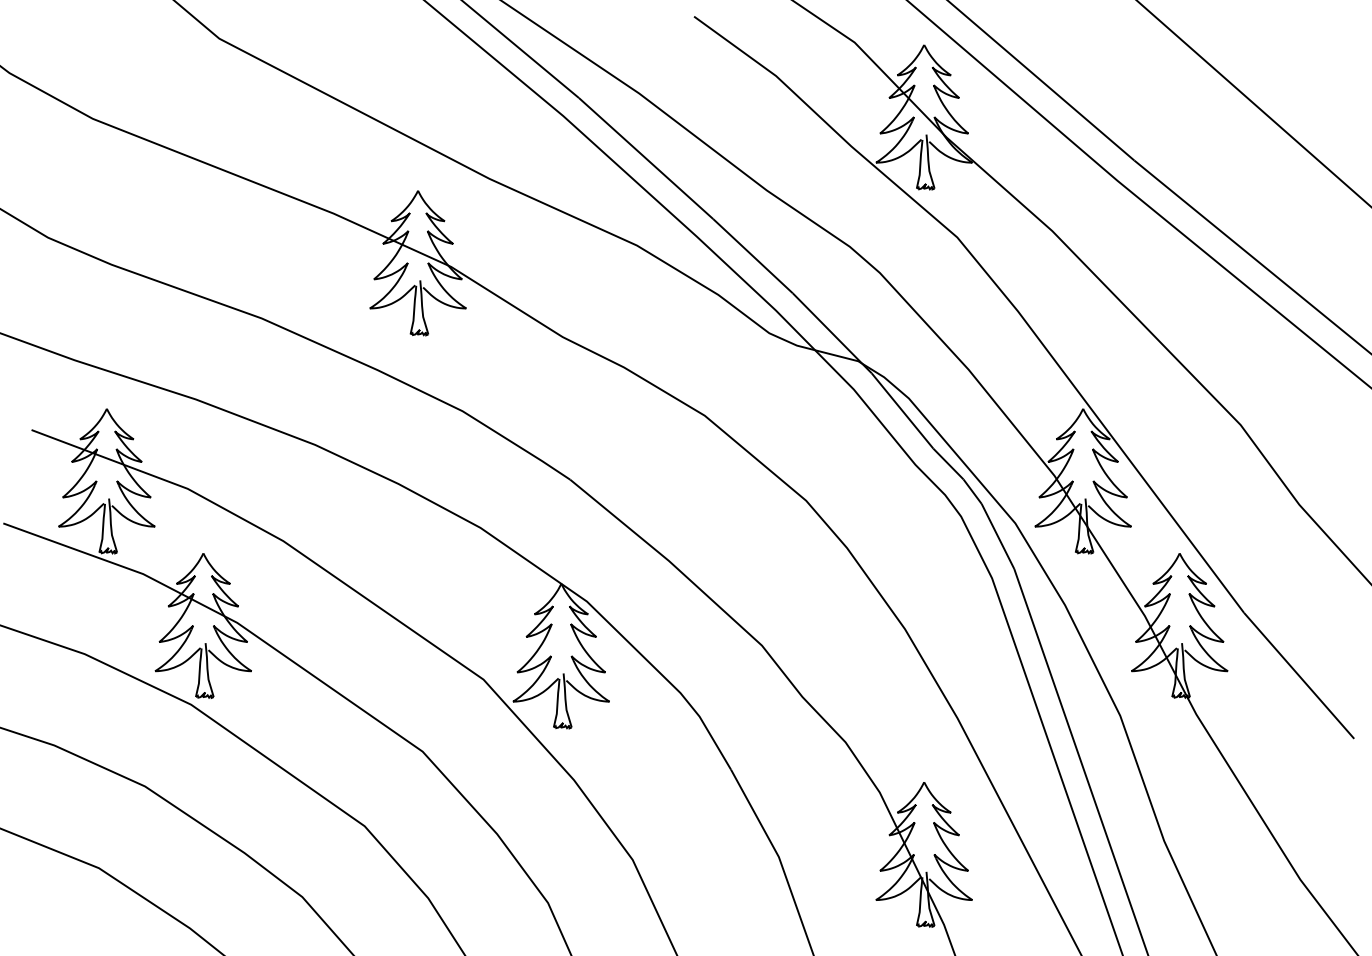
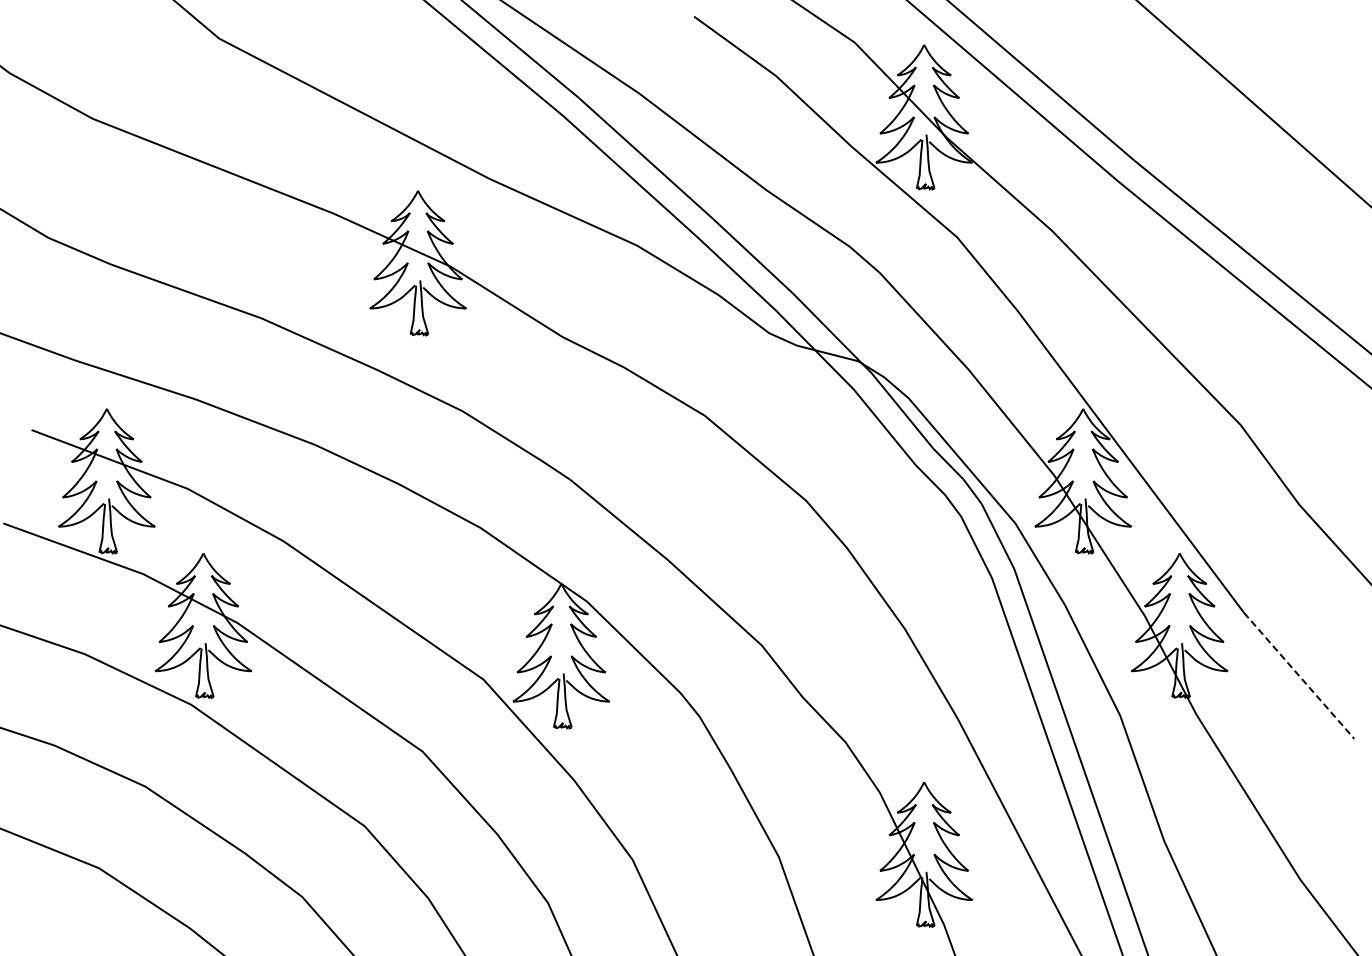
line at (1299, 675): solid -> dashed
